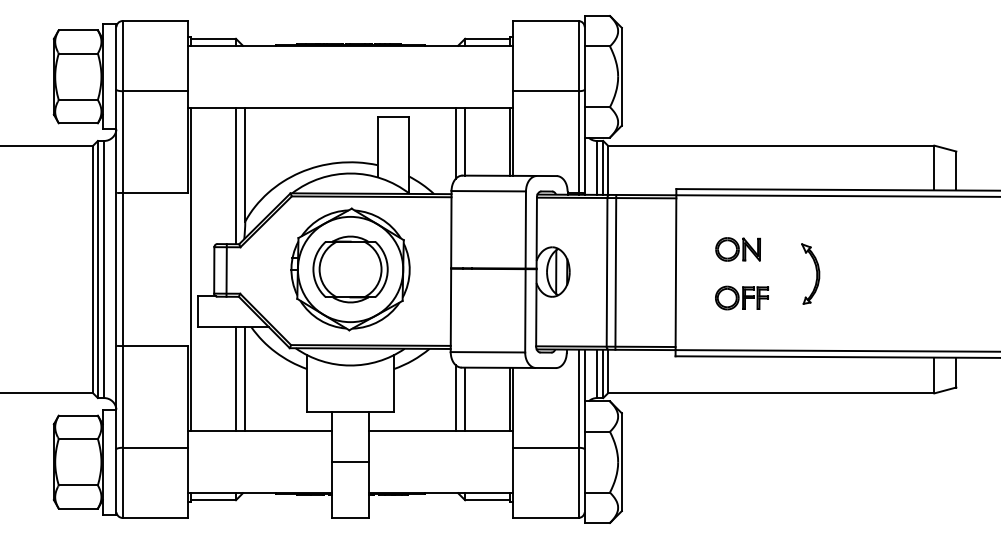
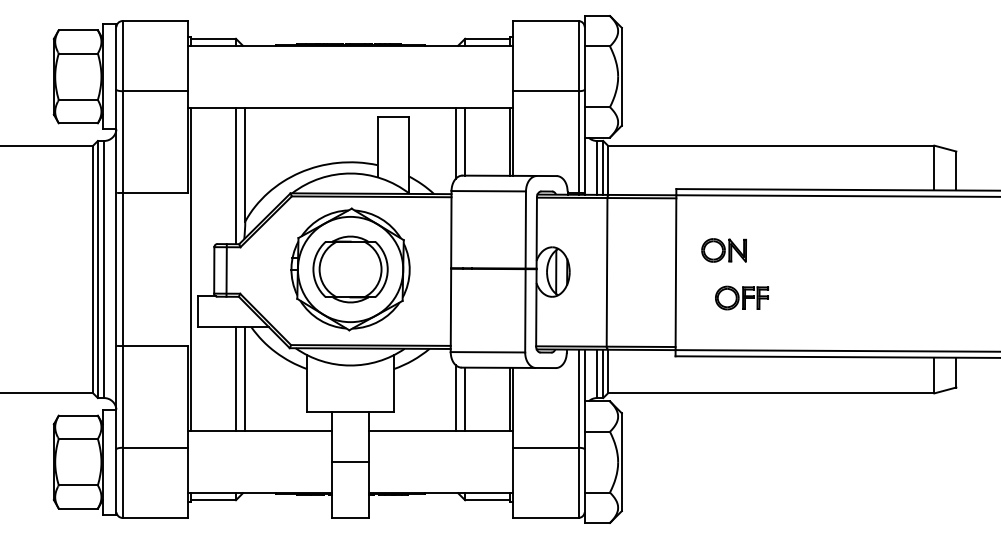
part at (737, 249) position: (737, 249) -> (723, 250)
line at (615, 271): present -> none
part at (810, 273): present -> none
